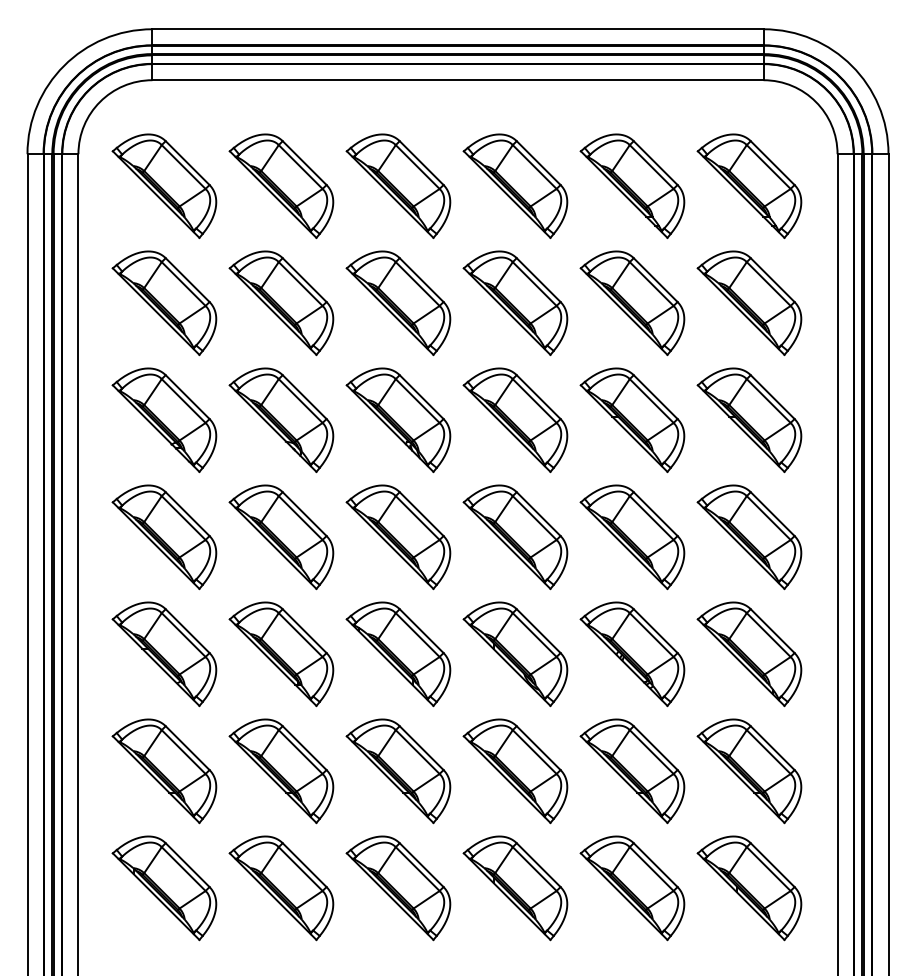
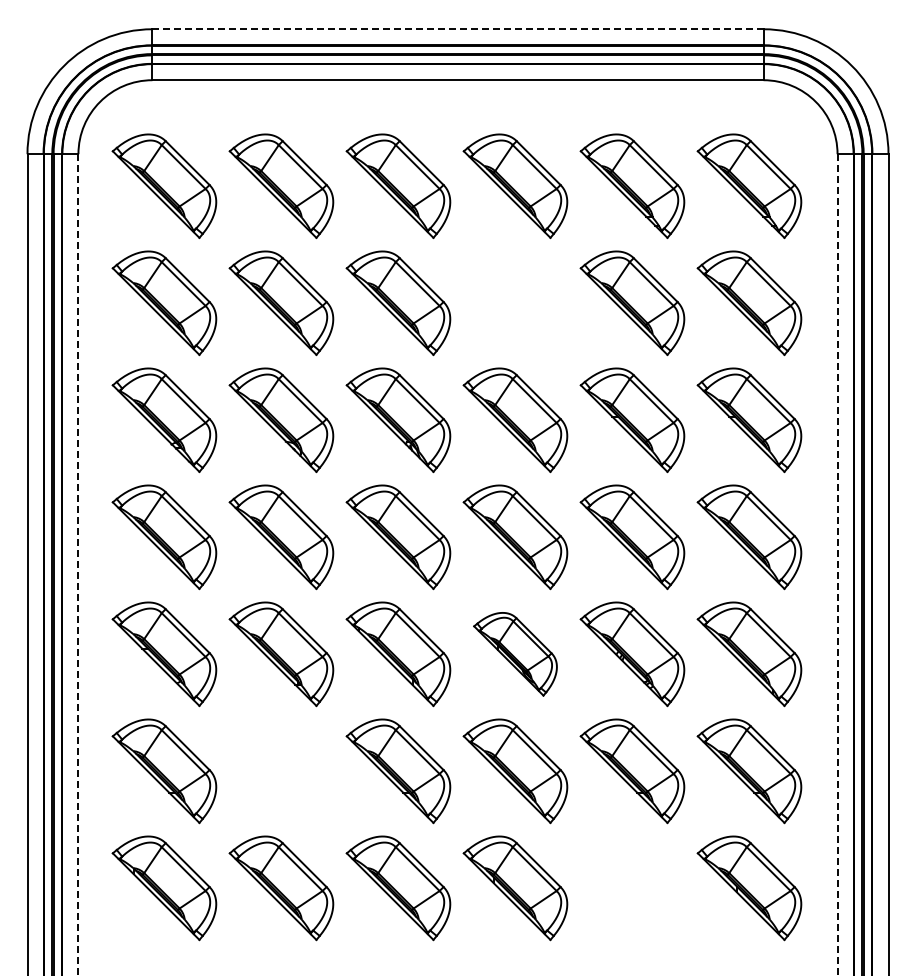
line at (457, 29): solid -> dashed
part at (515, 303): present -> none
line at (837, 564): solid -> dashed
line at (78, 565): solid -> dashed
part at (515, 654) size: 107x107 px -> 85x85 px
part at (281, 771): present -> none
part at (632, 888): present -> none
